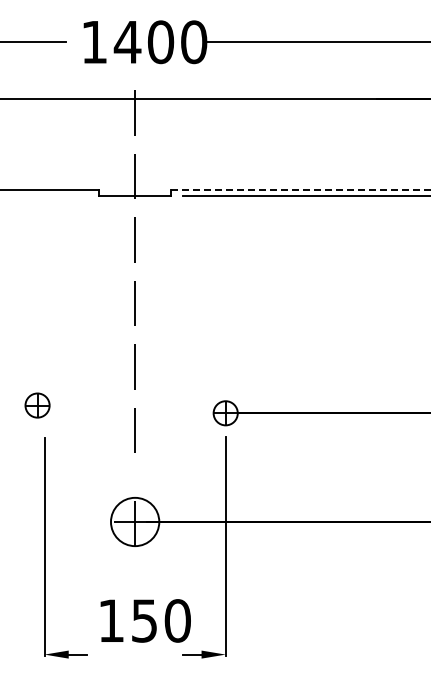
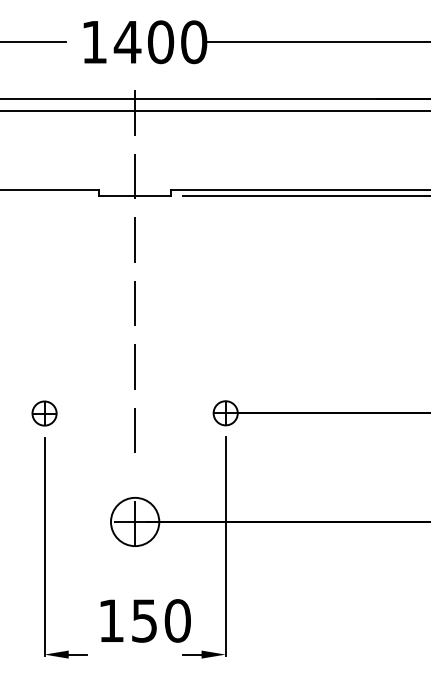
line at (214, 111): none -> present
line at (301, 189): dashed -> solid
part at (37, 405) position: (37, 405) -> (44, 413)
